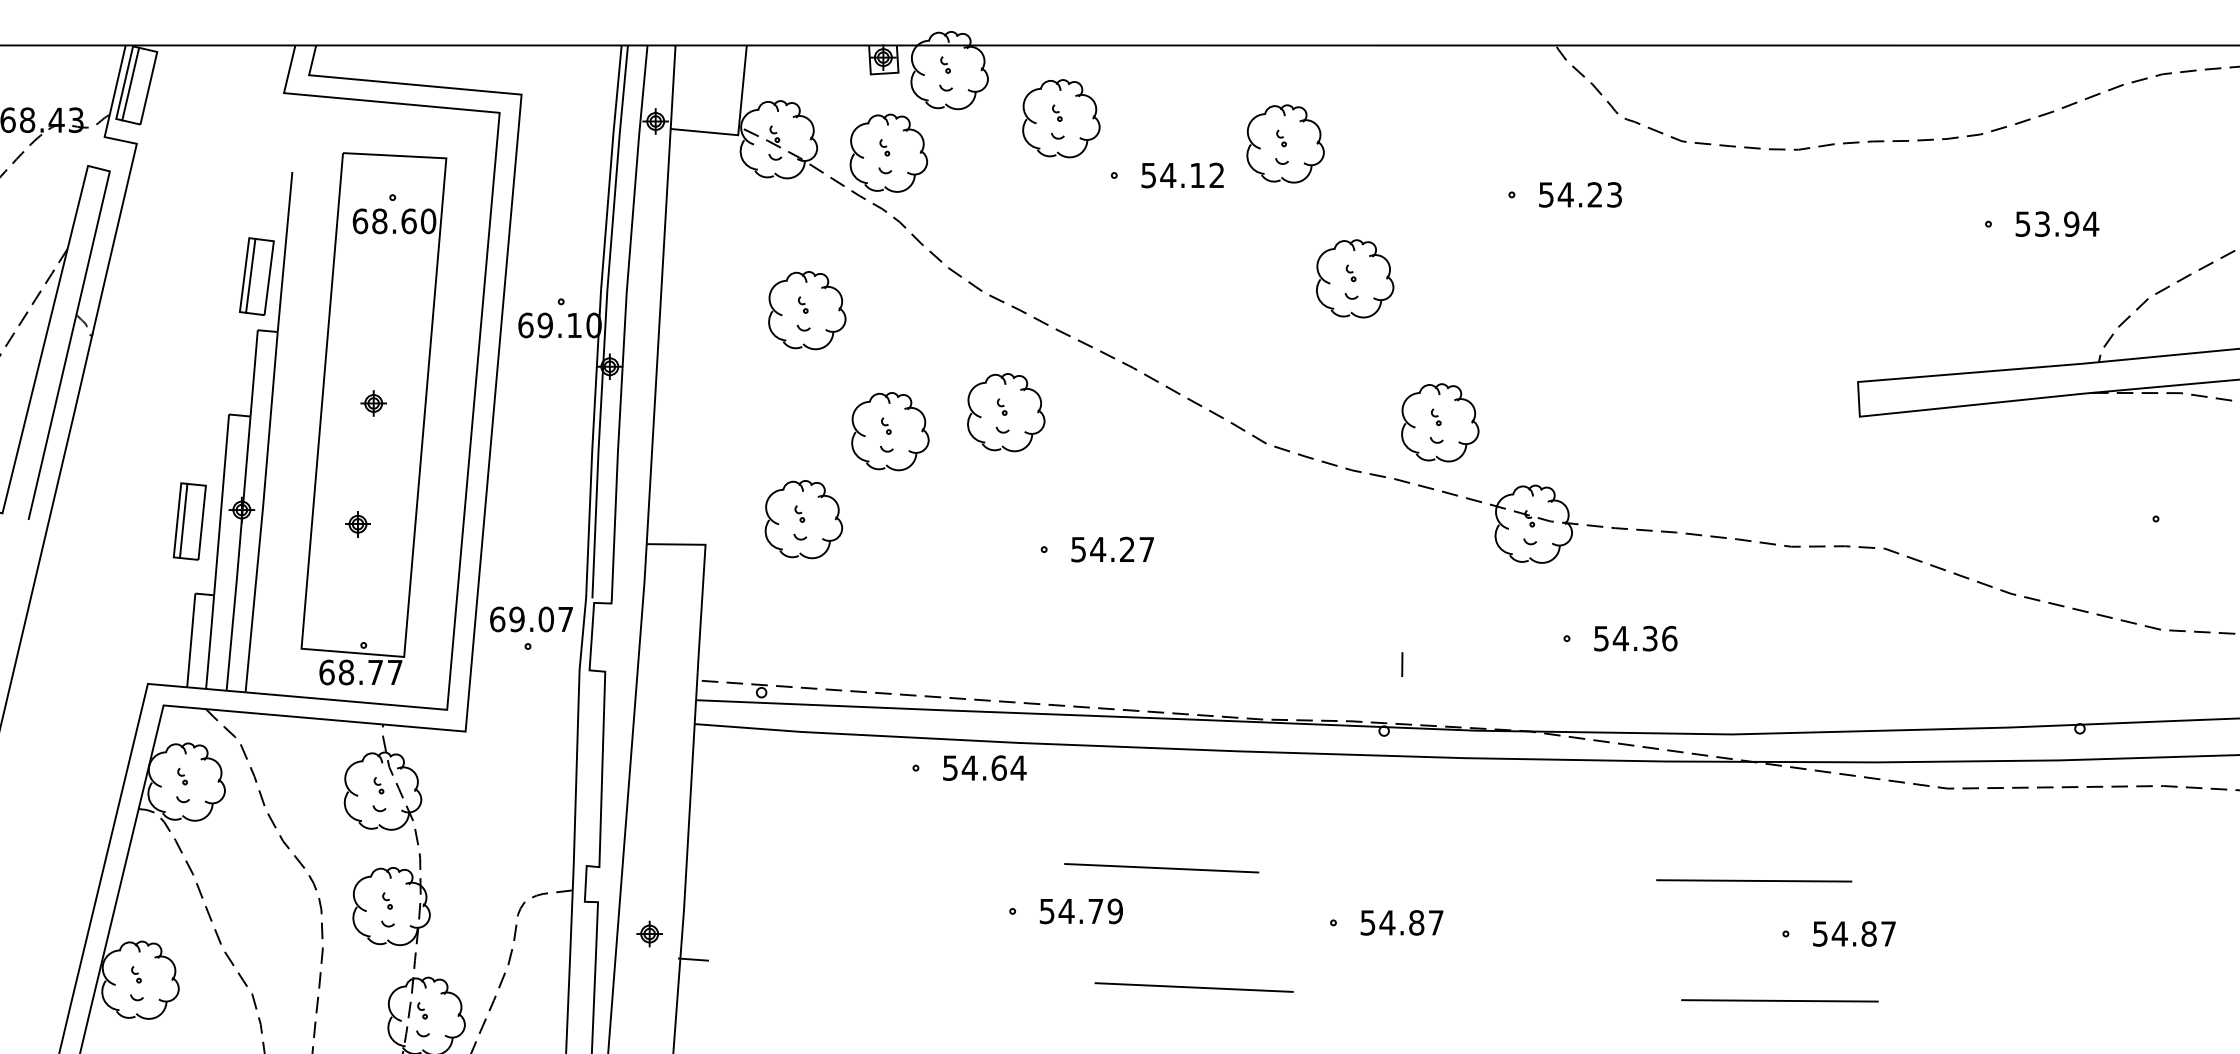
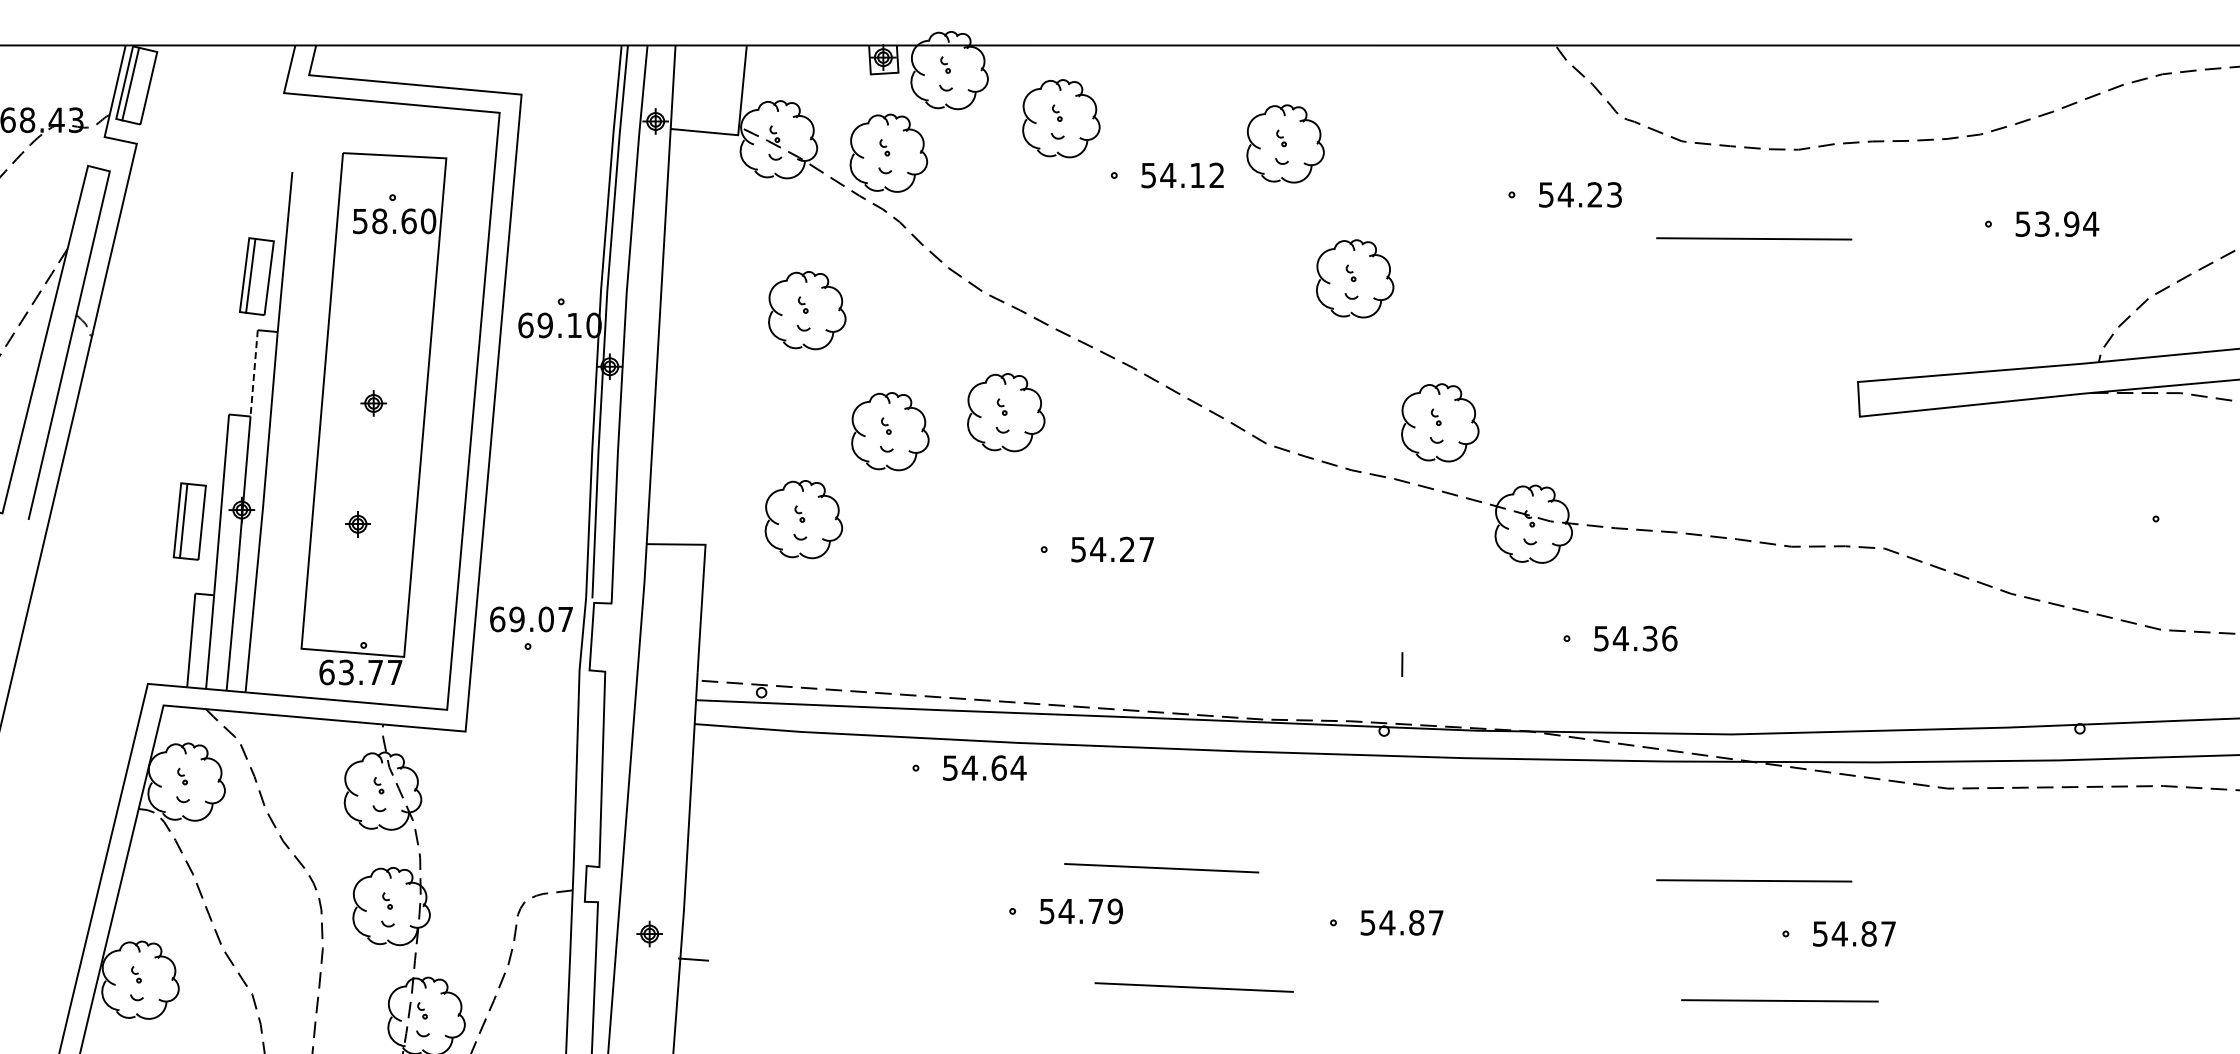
text at (360, 221): 68.60 -> 58.60
line at (1754, 238): none -> present
line at (254, 373): solid -> dashed
text at (346, 672): 68.77 -> 63.77
